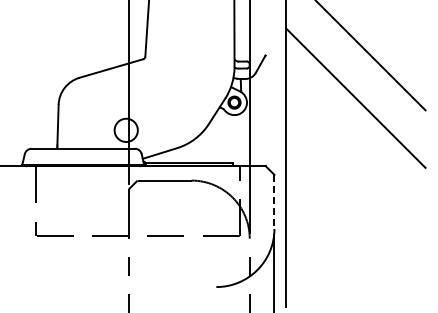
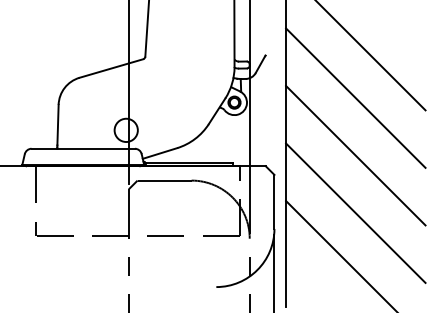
line at (355, 155): none -> present
line at (274, 202): dashed -> solid
line at (355, 212): none -> present
line at (340, 255): none -> present
